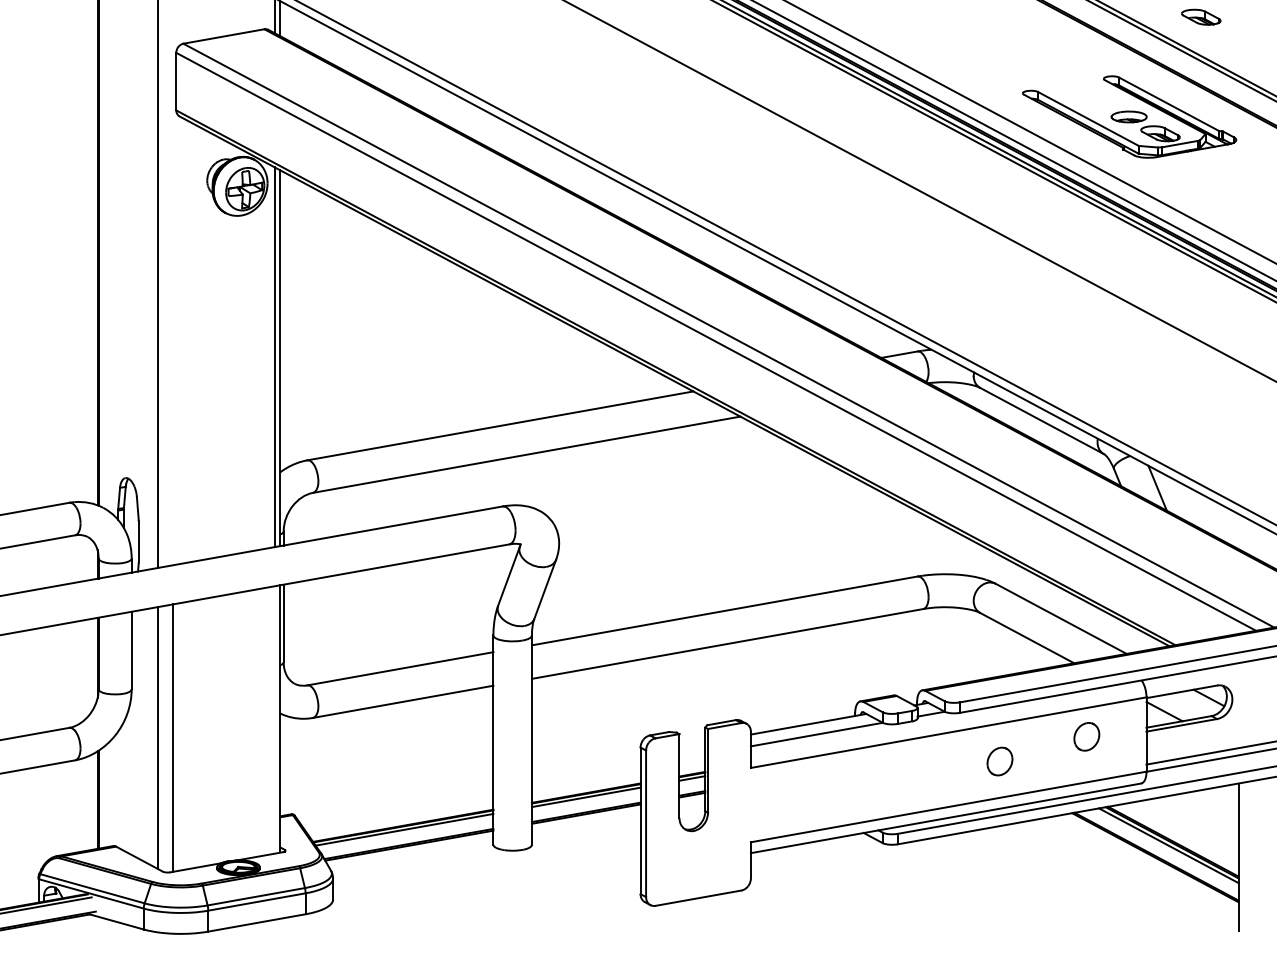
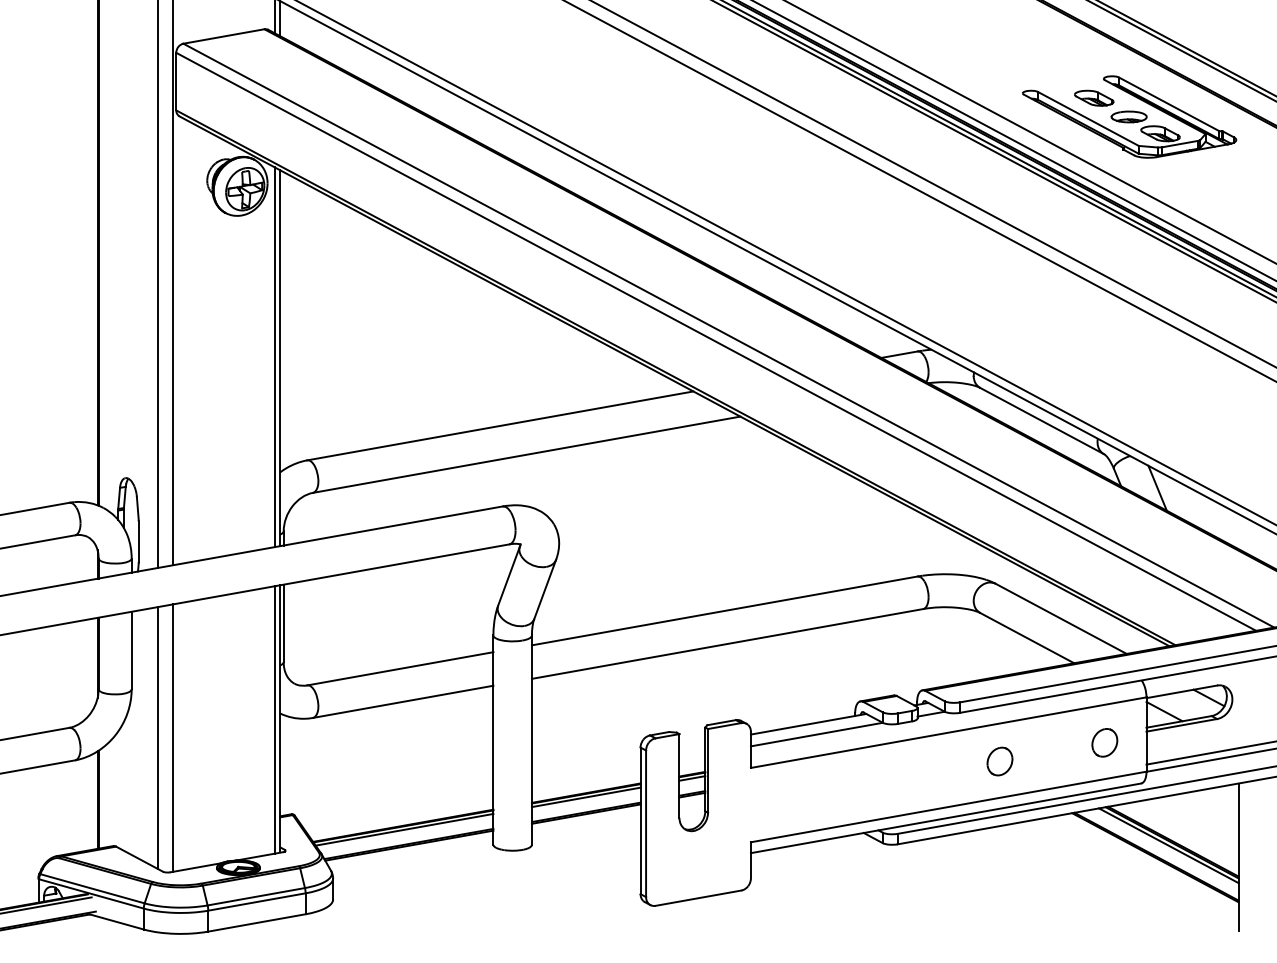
part at (1201, 16) position: (1201, 16) -> (1094, 97)
line at (933, 184): none -> present
line at (172, 283): none -> present
line at (274, 719): none -> present
part at (1086, 736) position: (1086, 736) -> (1104, 742)
